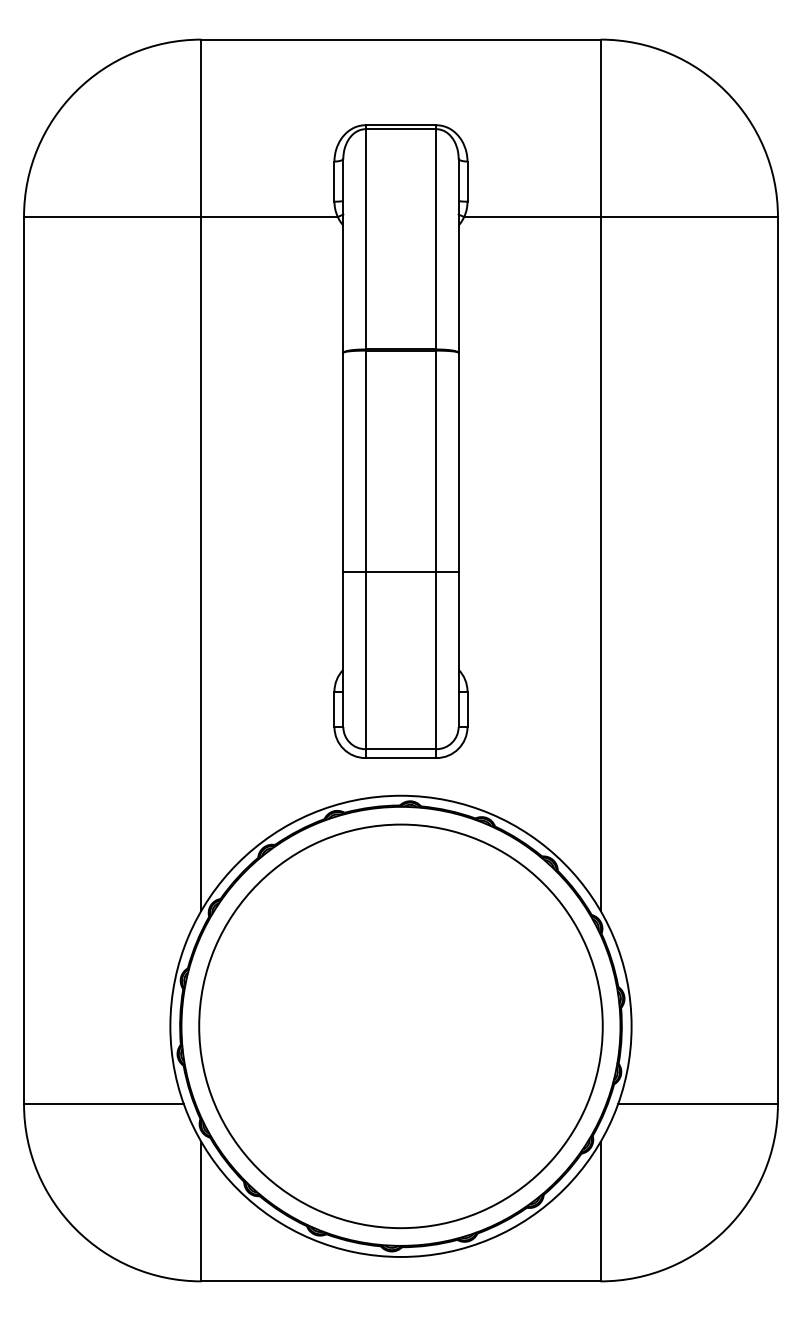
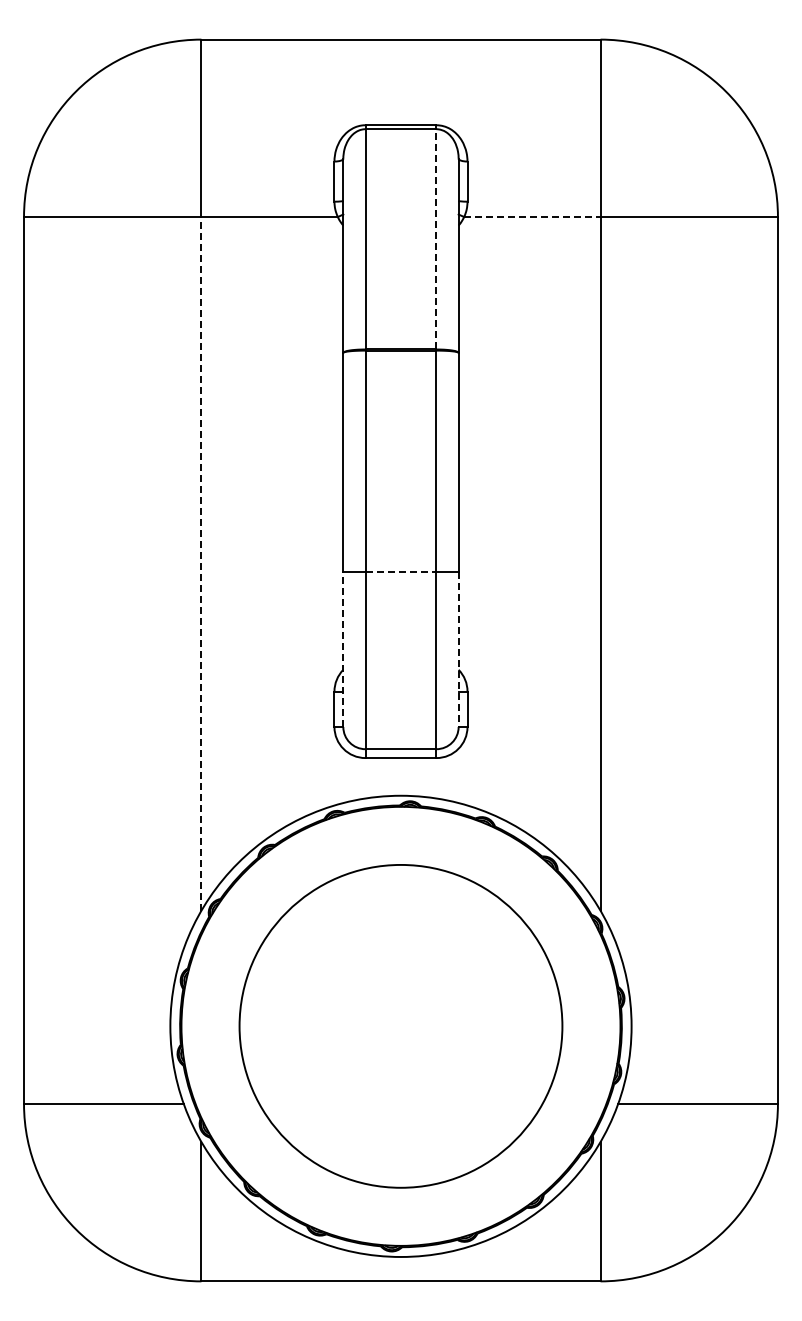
line at (532, 217): solid -> dashed
line at (436, 238): solid -> dashed
line at (201, 563): solid -> dashed
line at (401, 571): solid -> dashed
line at (343, 649): solid -> dashed
line at (458, 649): solid -> dashed
circle at (400, 1026) diameter: 404 px -> 323 px
